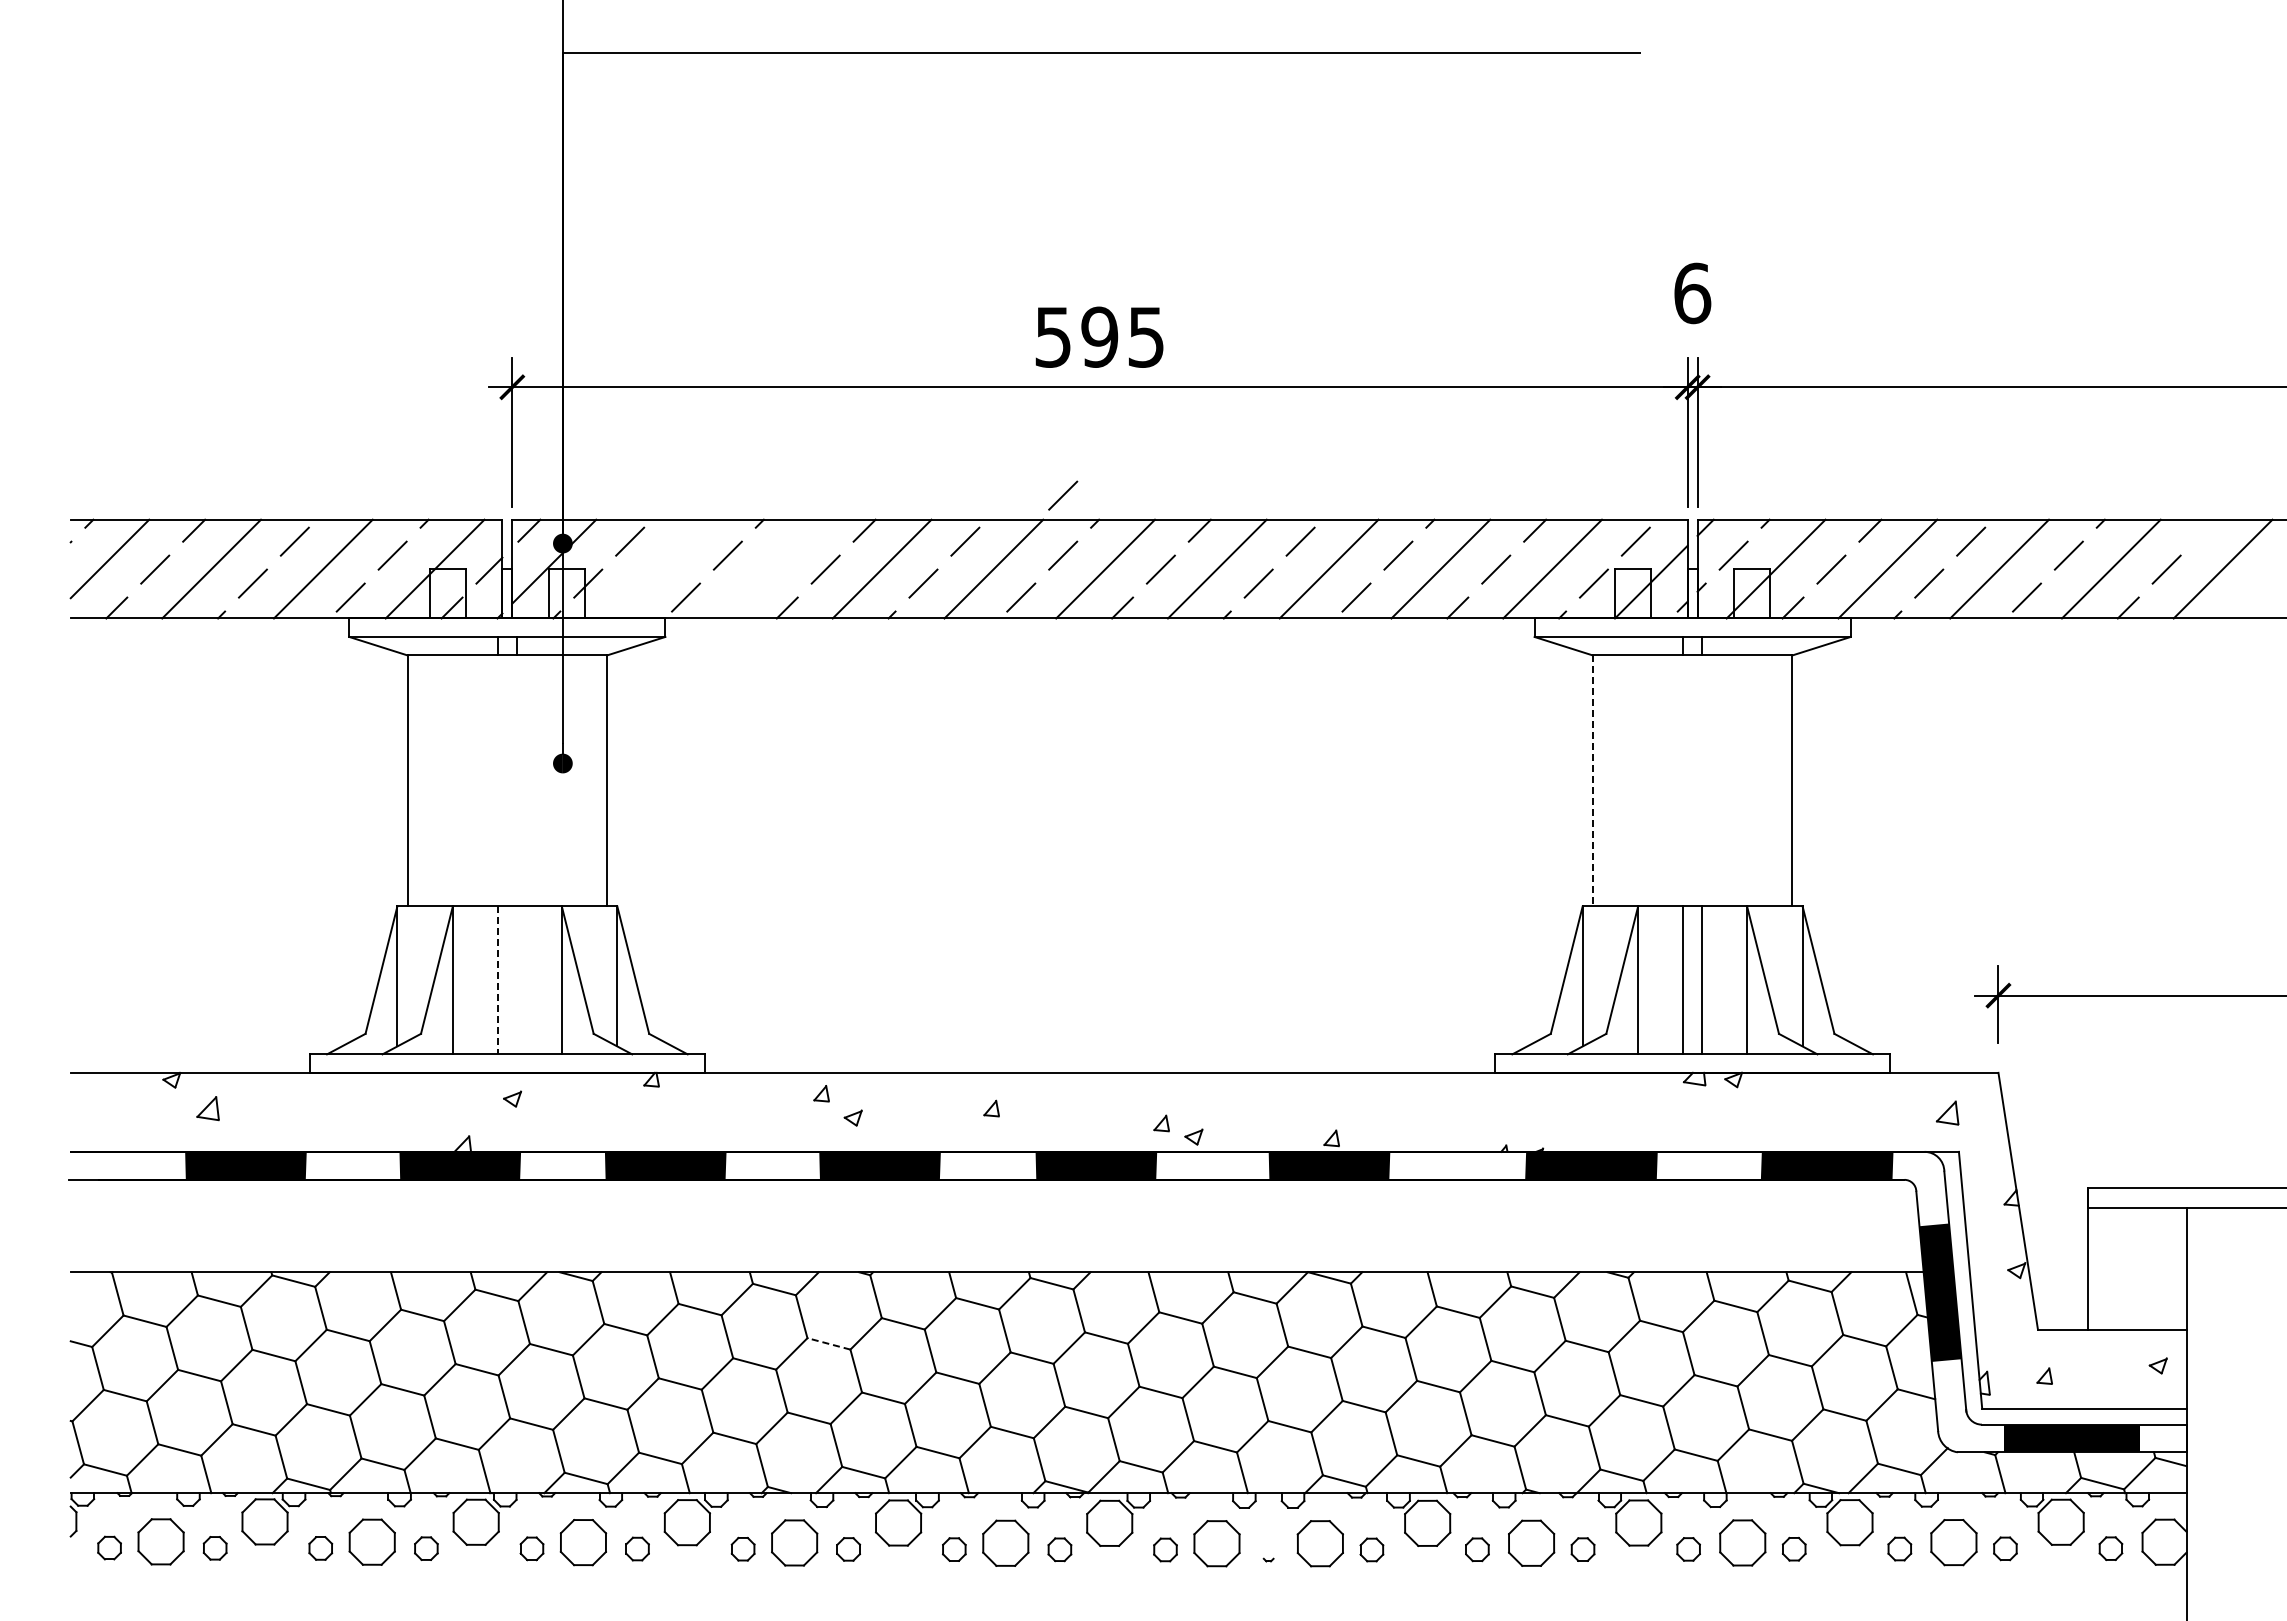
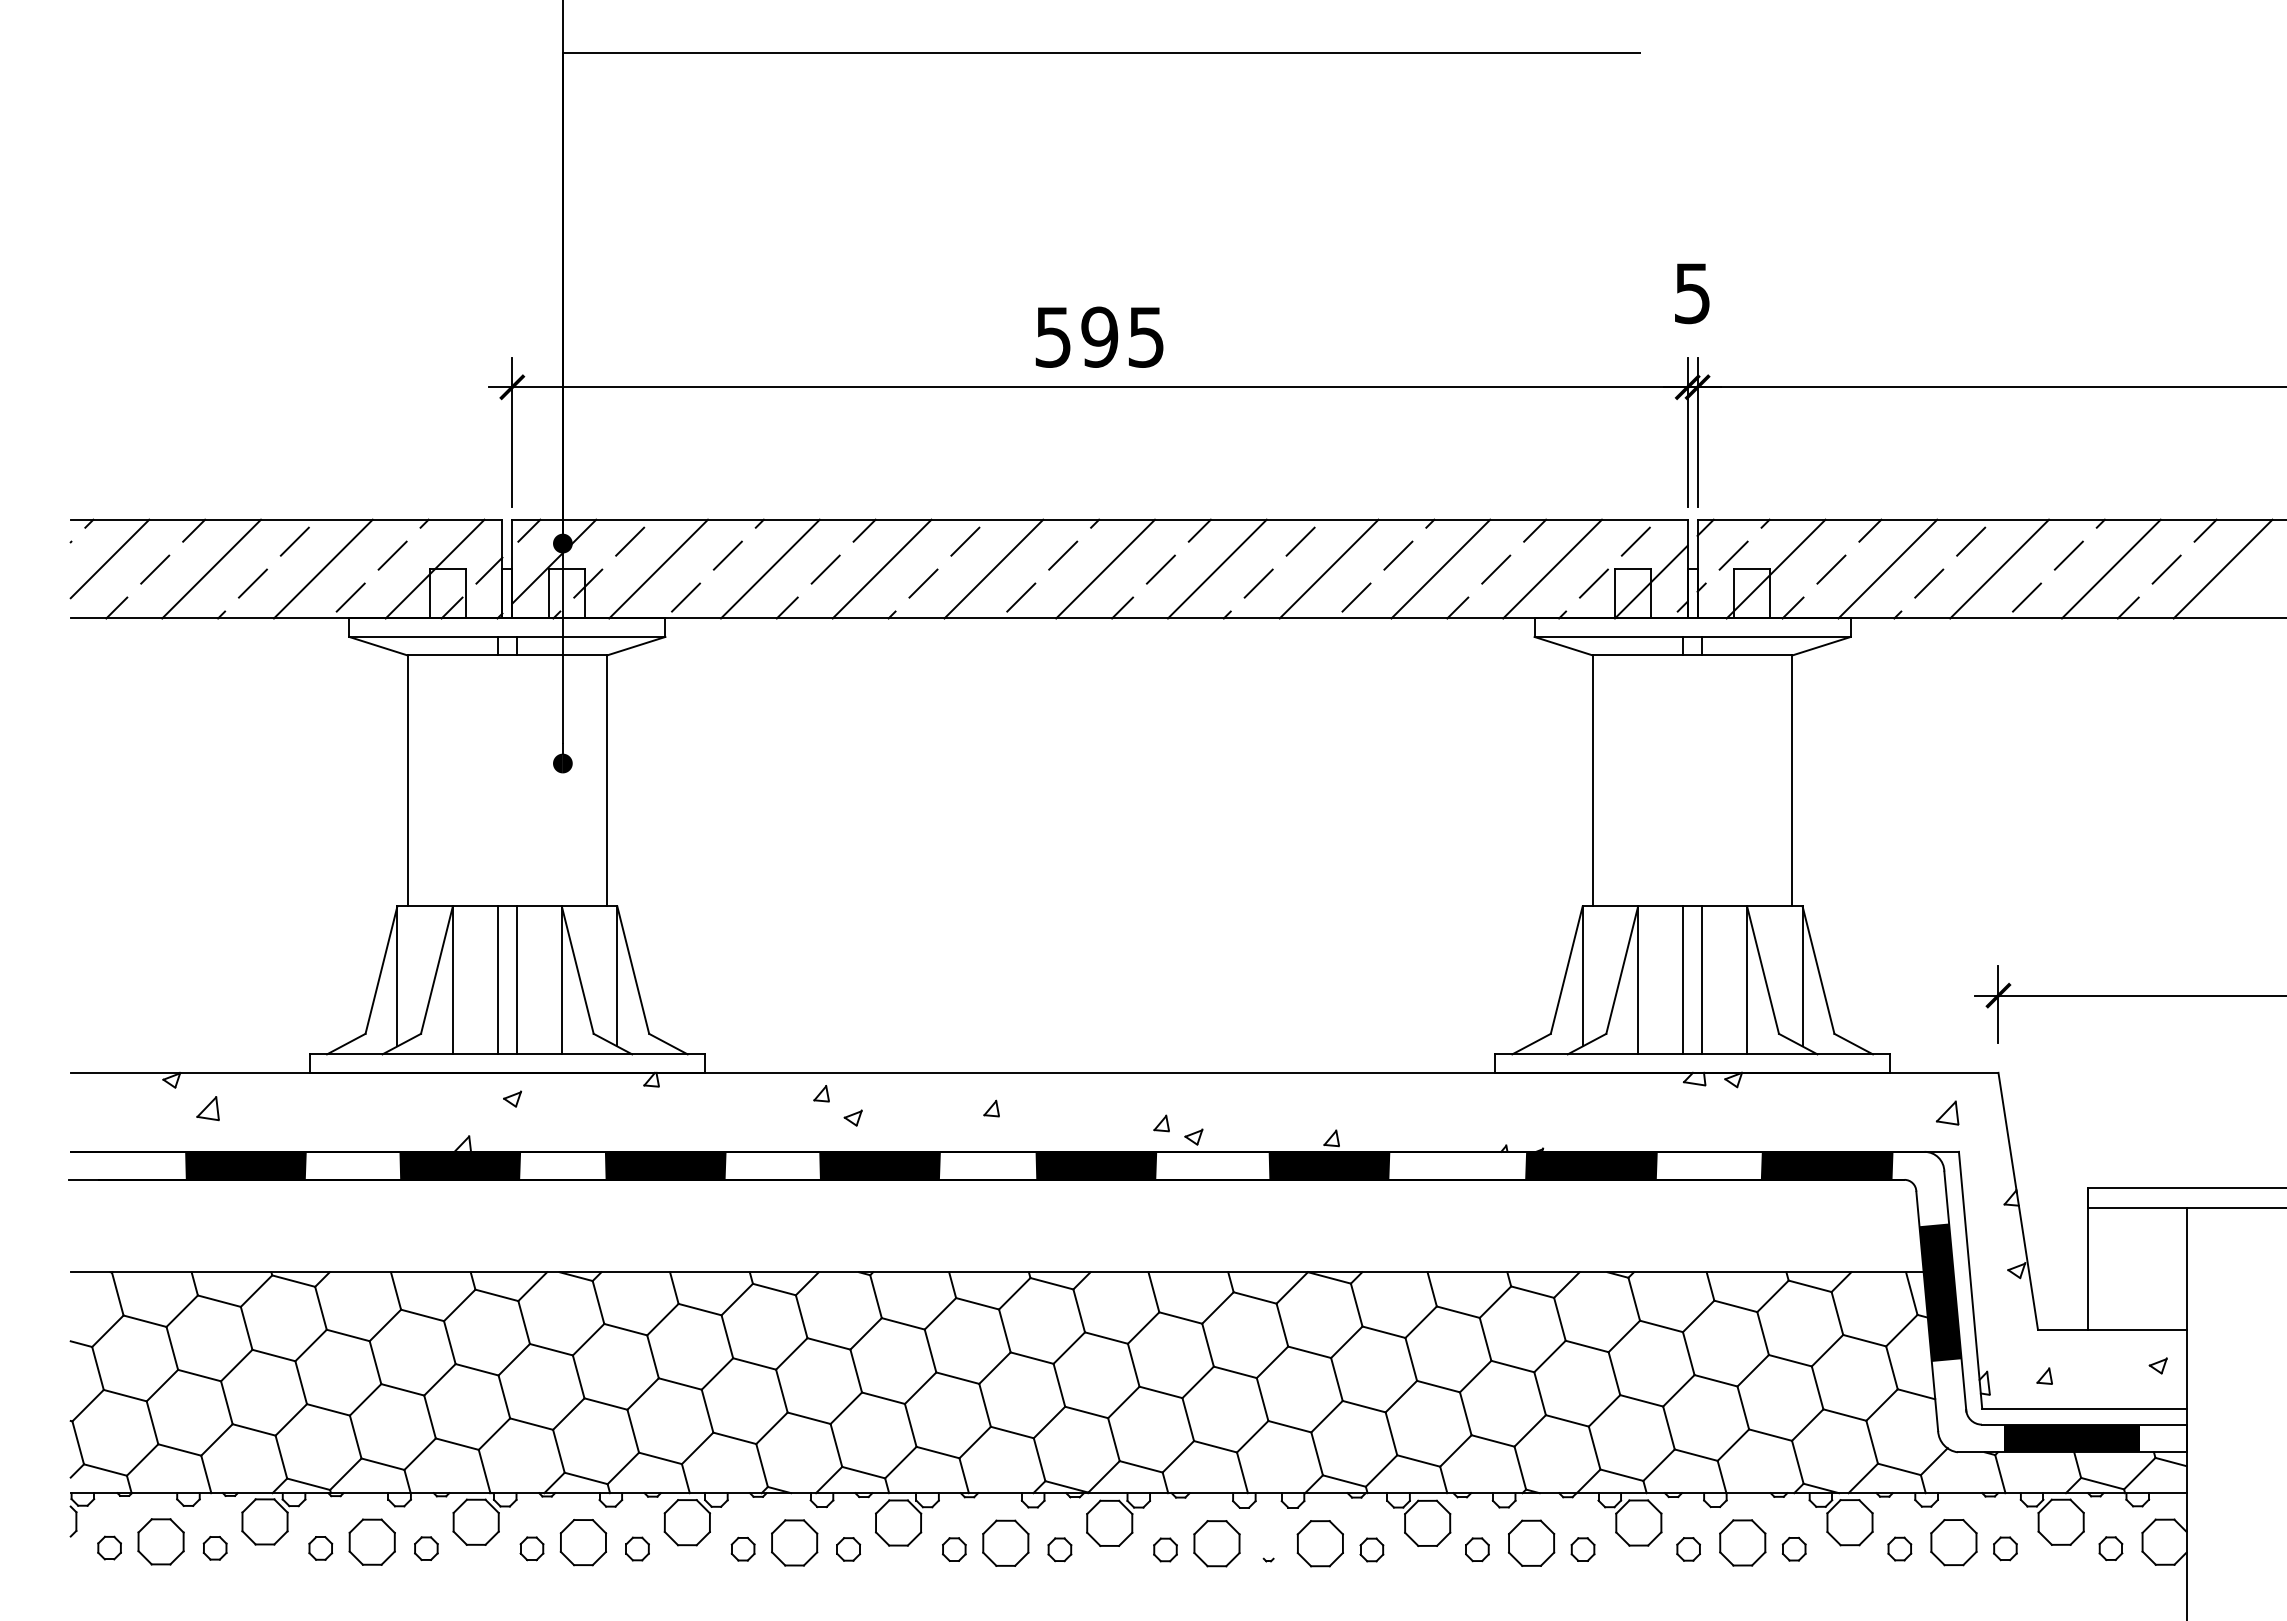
text at (1692, 293): 6 -> 5
line at (1063, 495): present -> none
line at (2205, 530): none -> present
line at (658, 568): none -> present
line at (769, 568): none -> present
line at (1592, 781): dashed -> solid
line at (498, 980): dashed -> solid
line at (516, 980): none -> present
line at (828, 1343): dashed -> solid
